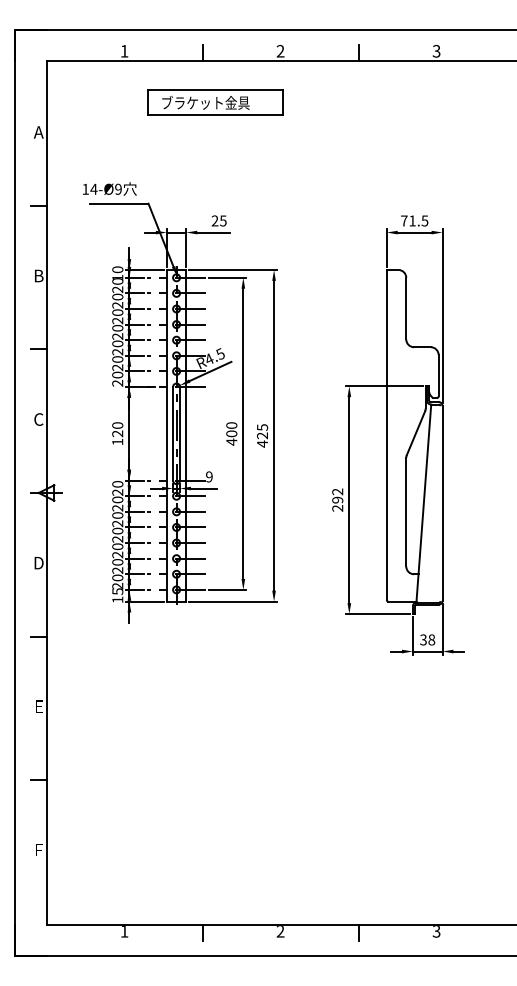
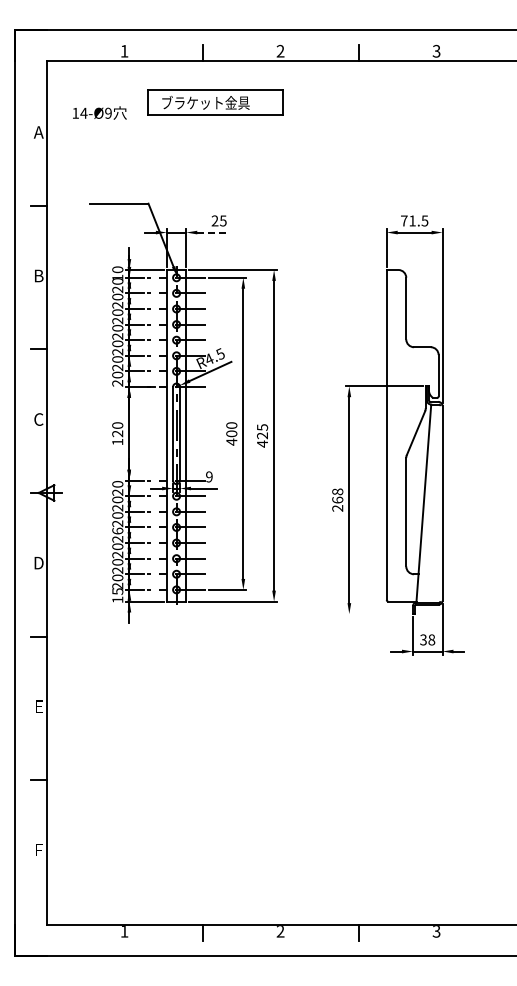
text at (109, 188) position: (109, 188) -> (99, 112)
line at (213, 232): solid -> dashed
text at (337, 495): 292 -> 268
text at (117, 530): 20 -> 26
line at (377, 614): present -> none
